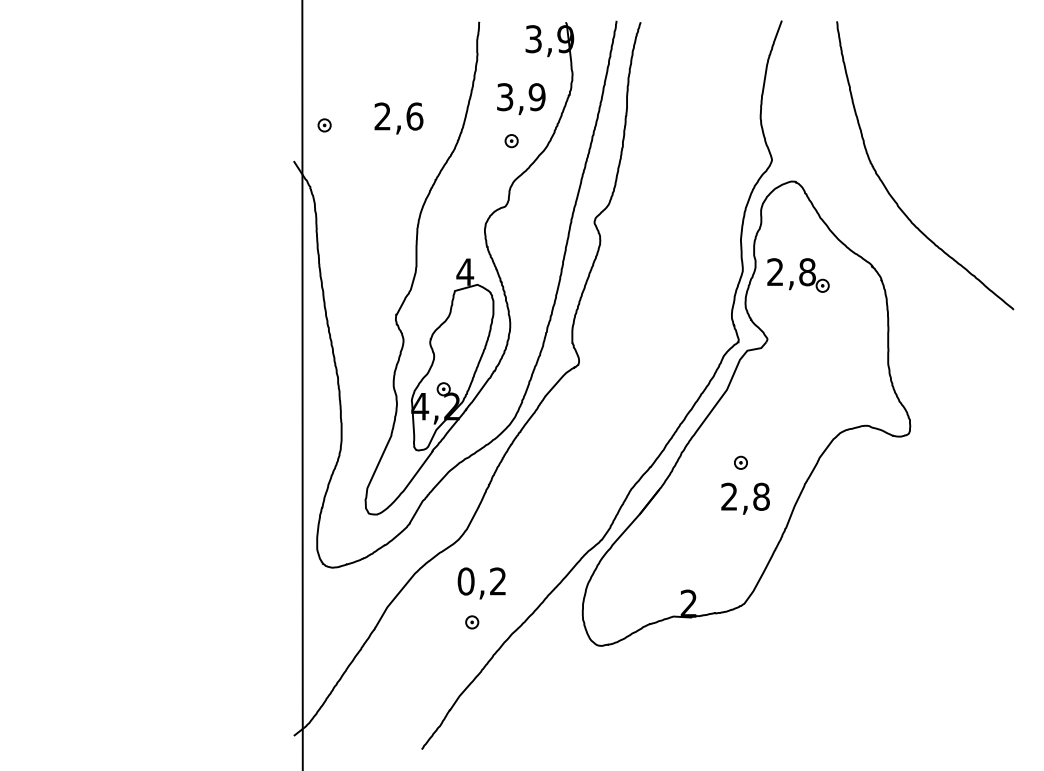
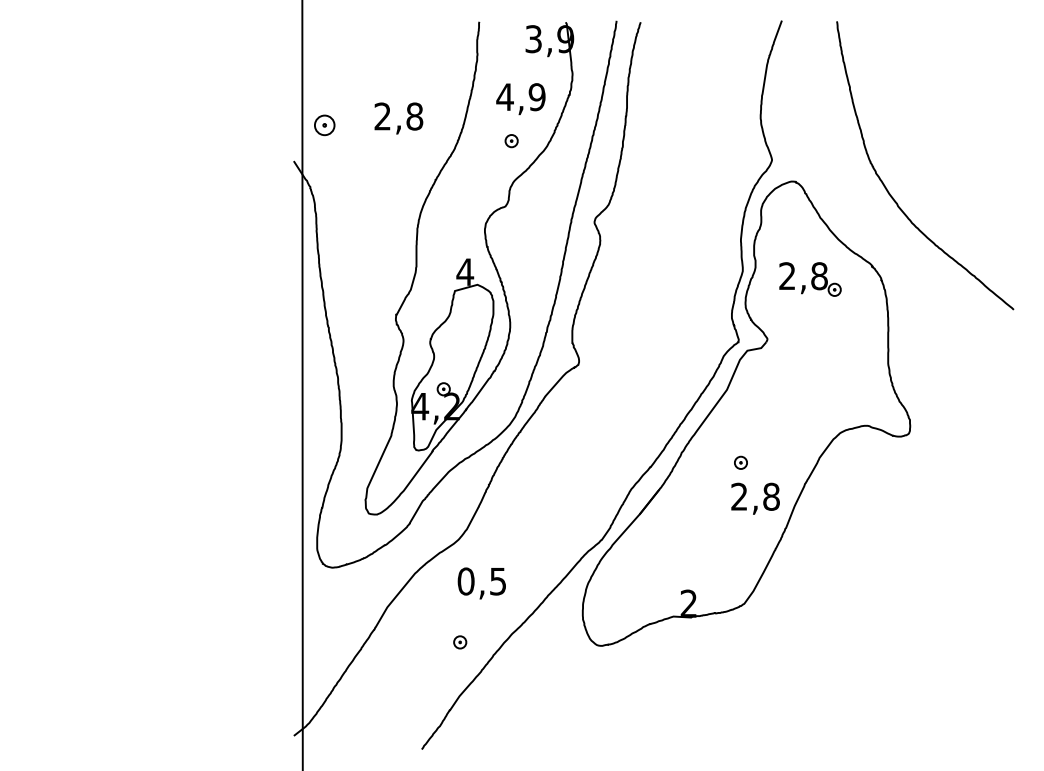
text at (504, 97): 3,9 -> 4,9
text at (414, 116): 2,6 -> 2,8
part at (324, 125) size: 15x15 px -> 22x23 px
part at (798, 275) position: (798, 275) -> (810, 279)
text at (745, 498) position: (745, 498) -> (755, 498)
text at (497, 581): 0,2 -> 0,5
part at (472, 622) position: (472, 622) -> (460, 642)
